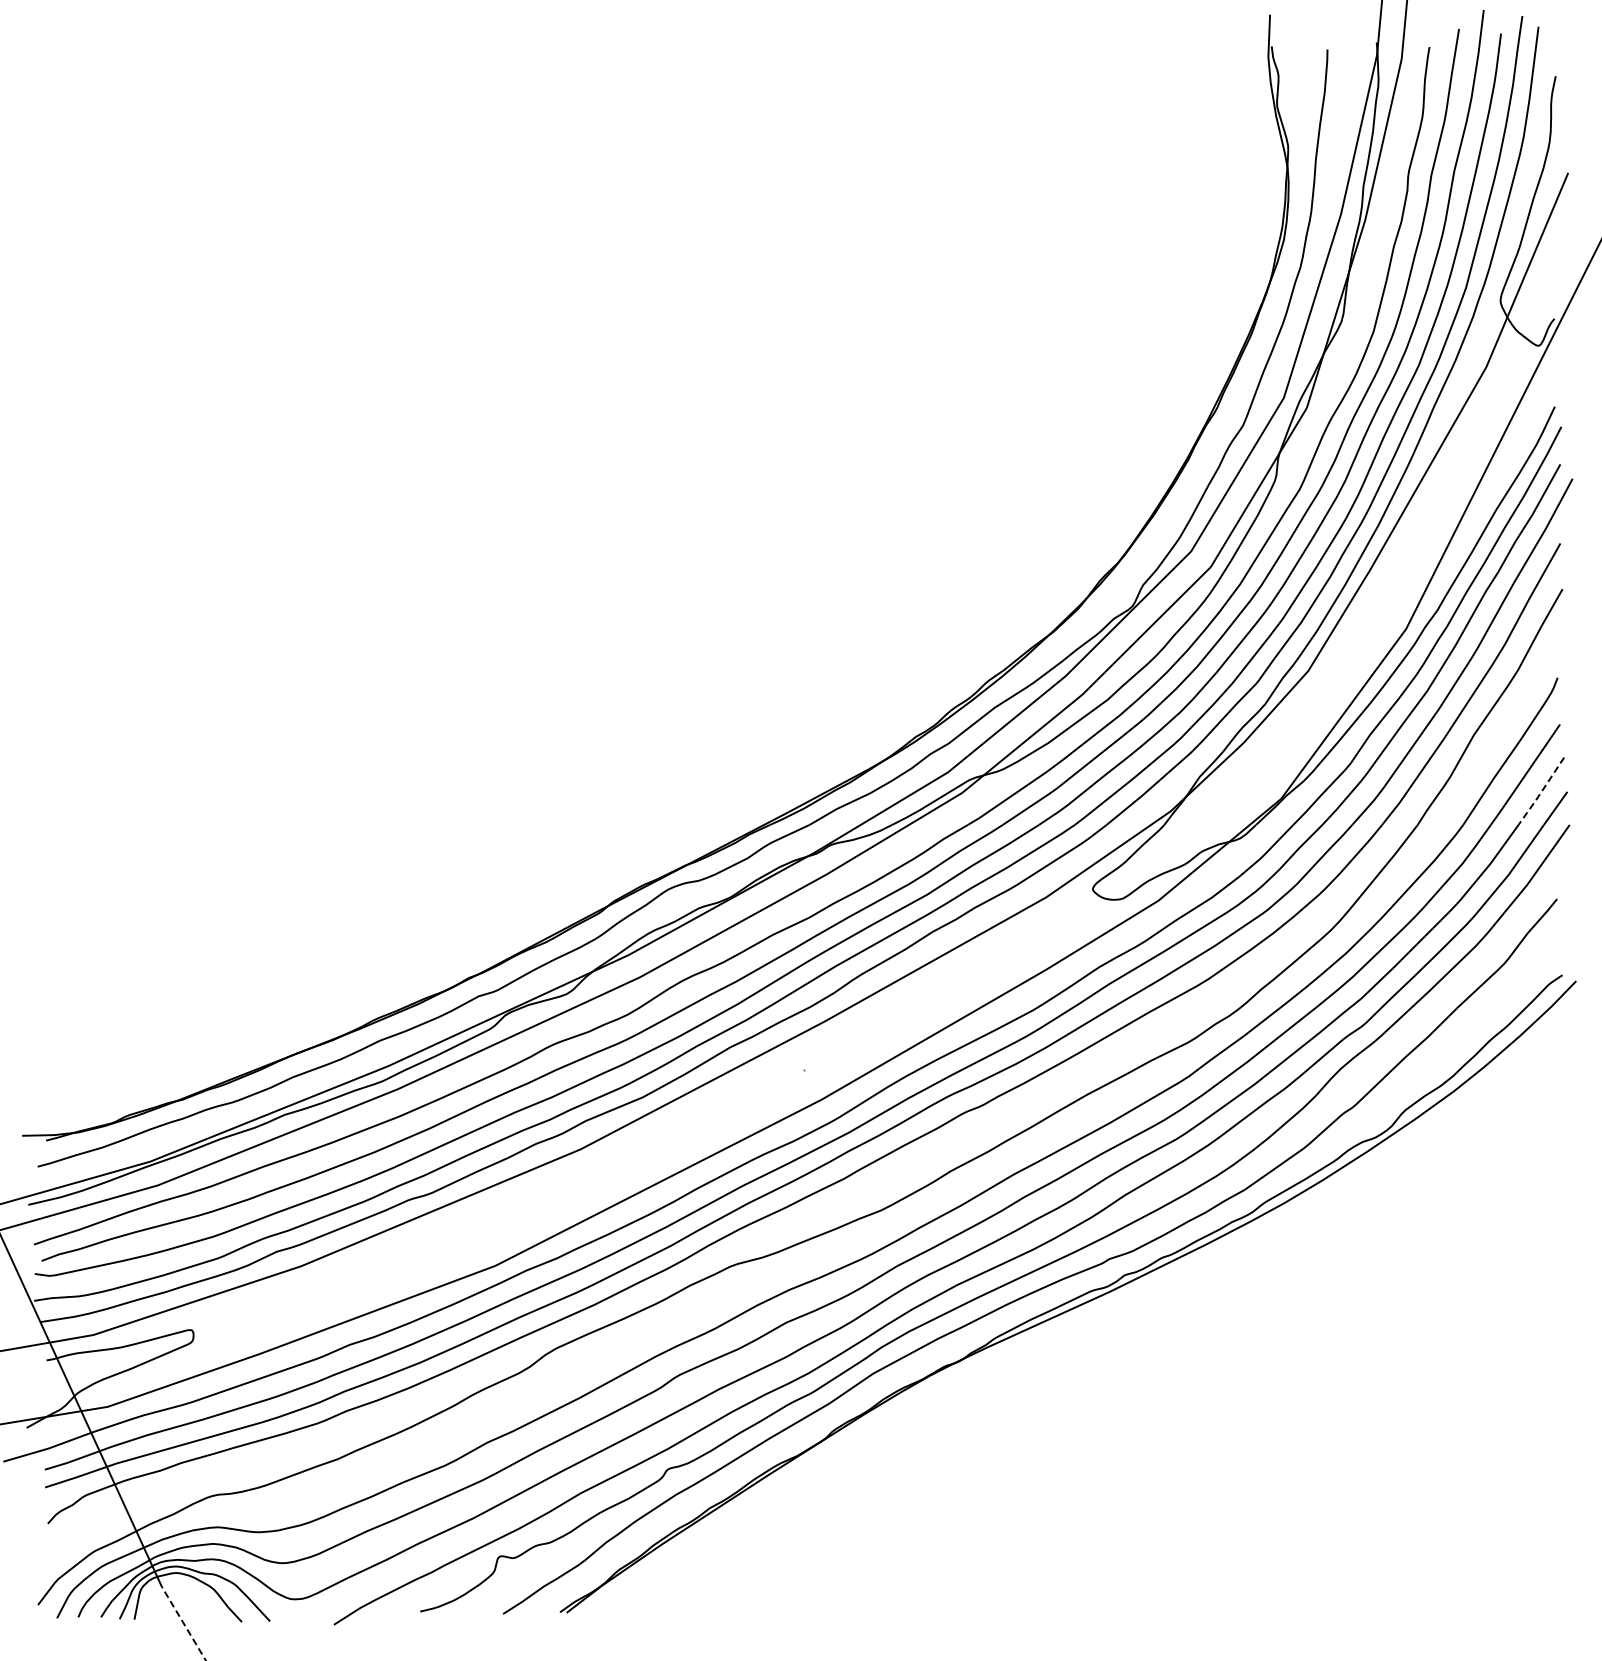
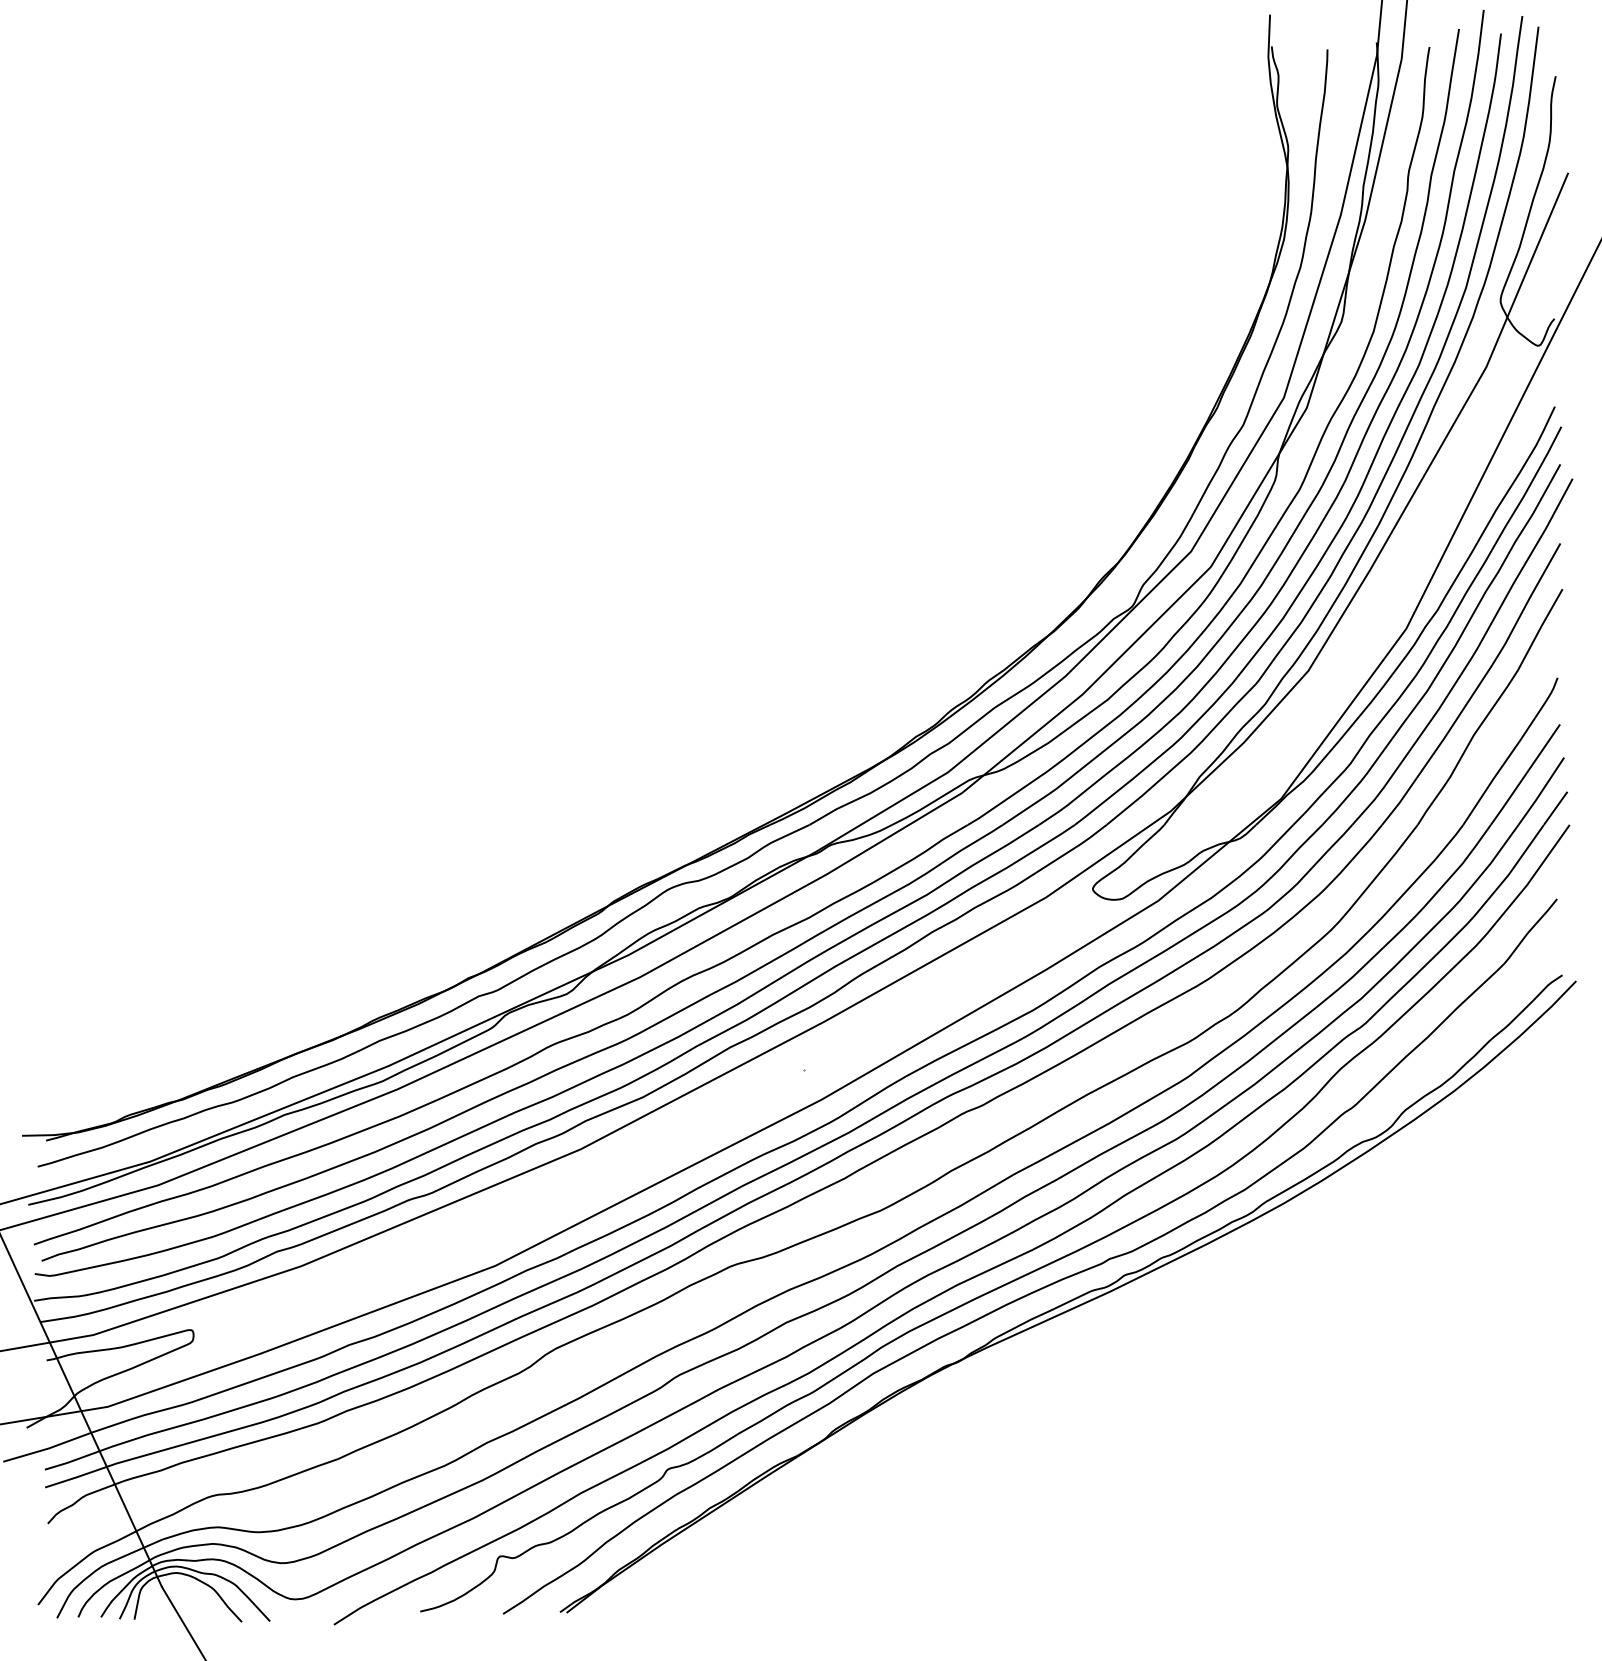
line at (1541, 792): dashed -> solid
line at (183, 1623): dashed -> solid
